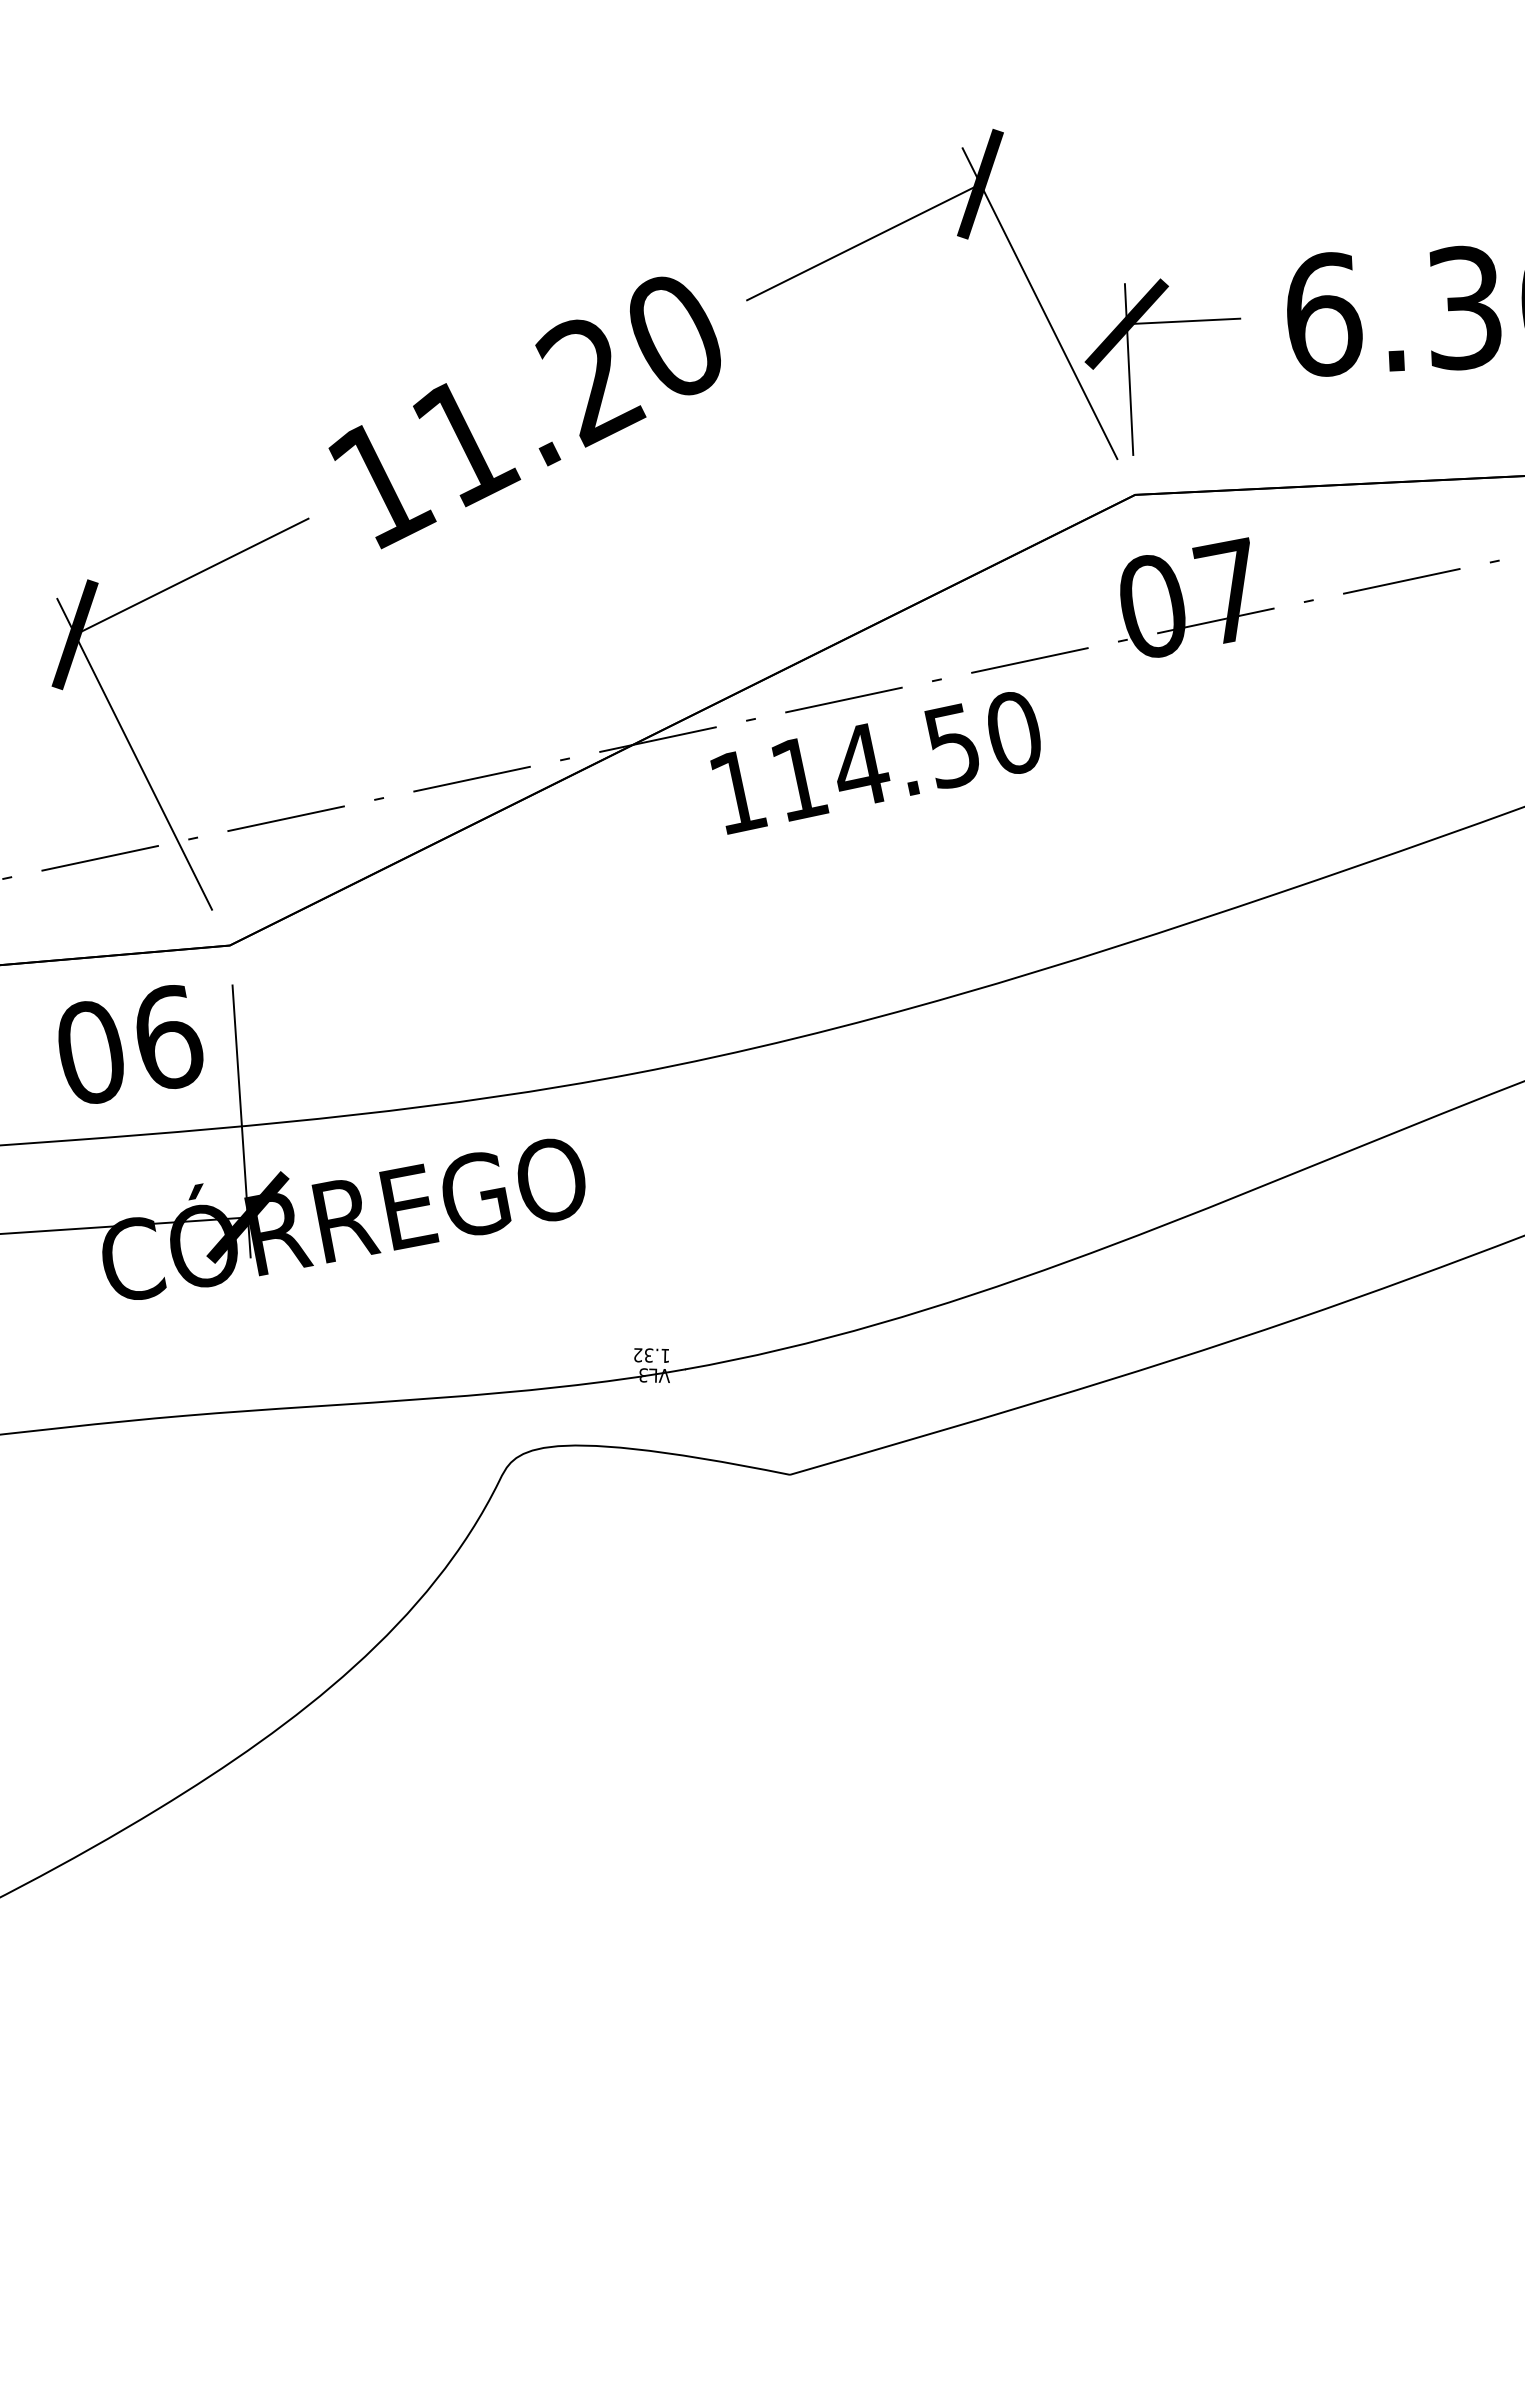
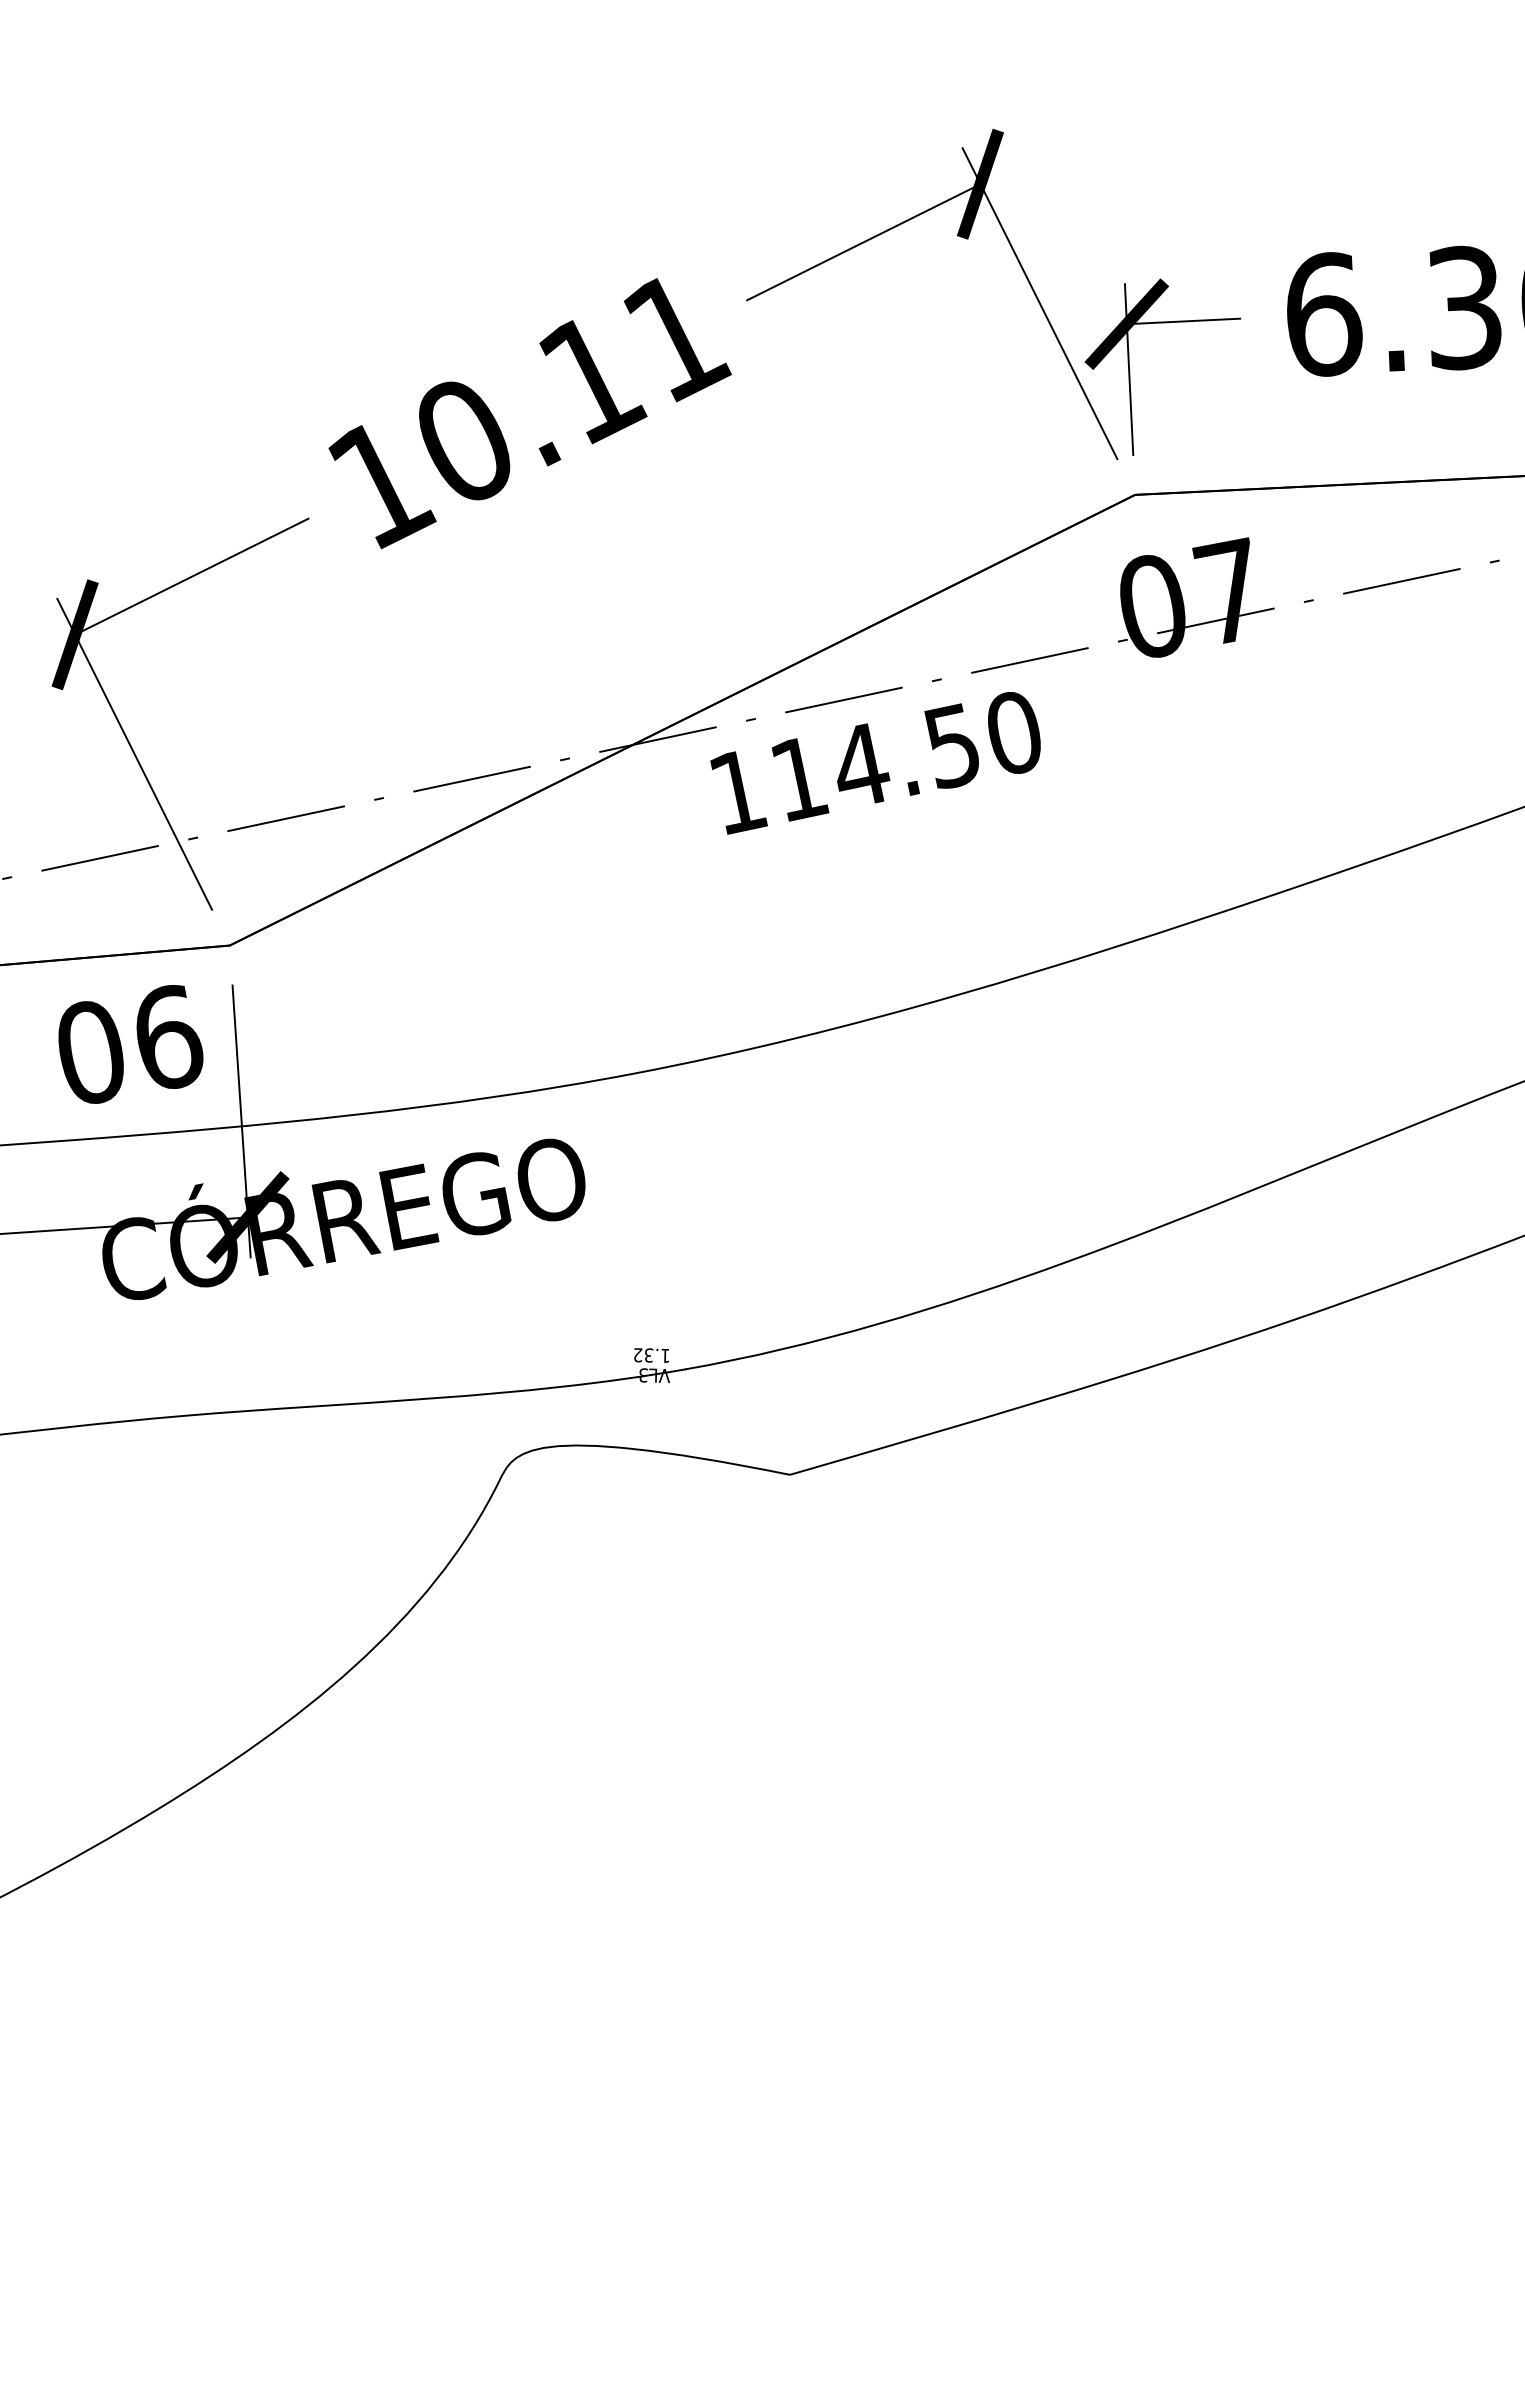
text at (572, 391): 11.20 -> 10.11
